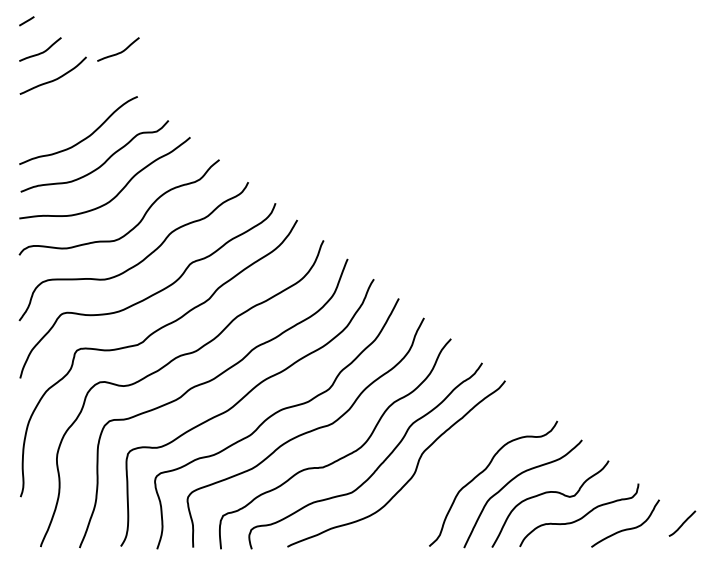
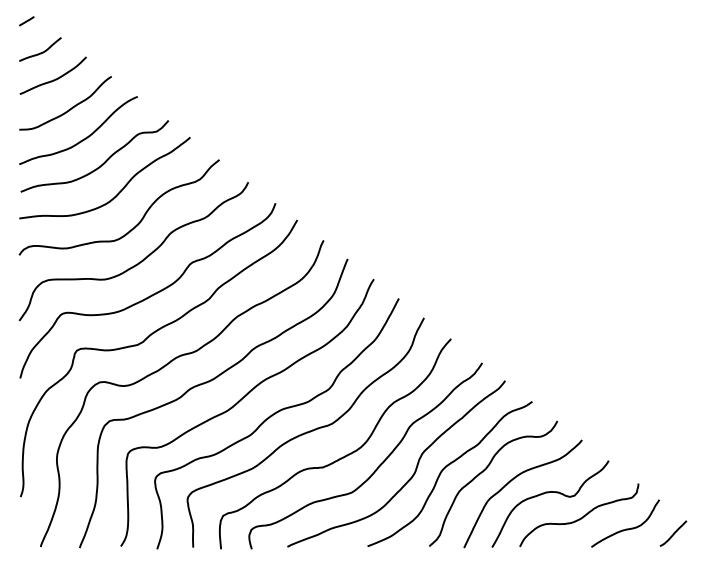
curve at (120, 51): present -> none
curve at (69, 108): none -> present
curve at (445, 468): none -> present
curve at (682, 523) position: (682, 523) -> (673, 533)
